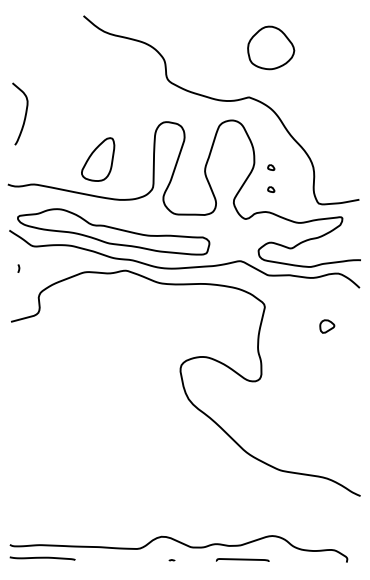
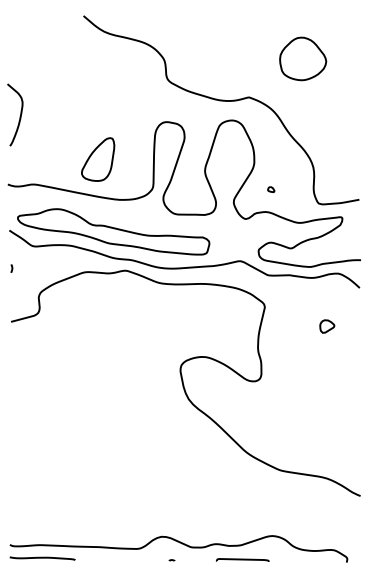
part at (271, 47) position: (271, 47) -> (303, 58)
curve at (24, 115) position: (24, 115) -> (19, 116)
part at (271, 167): present -> none
line at (18, 268) position: (18, 268) -> (11, 268)
